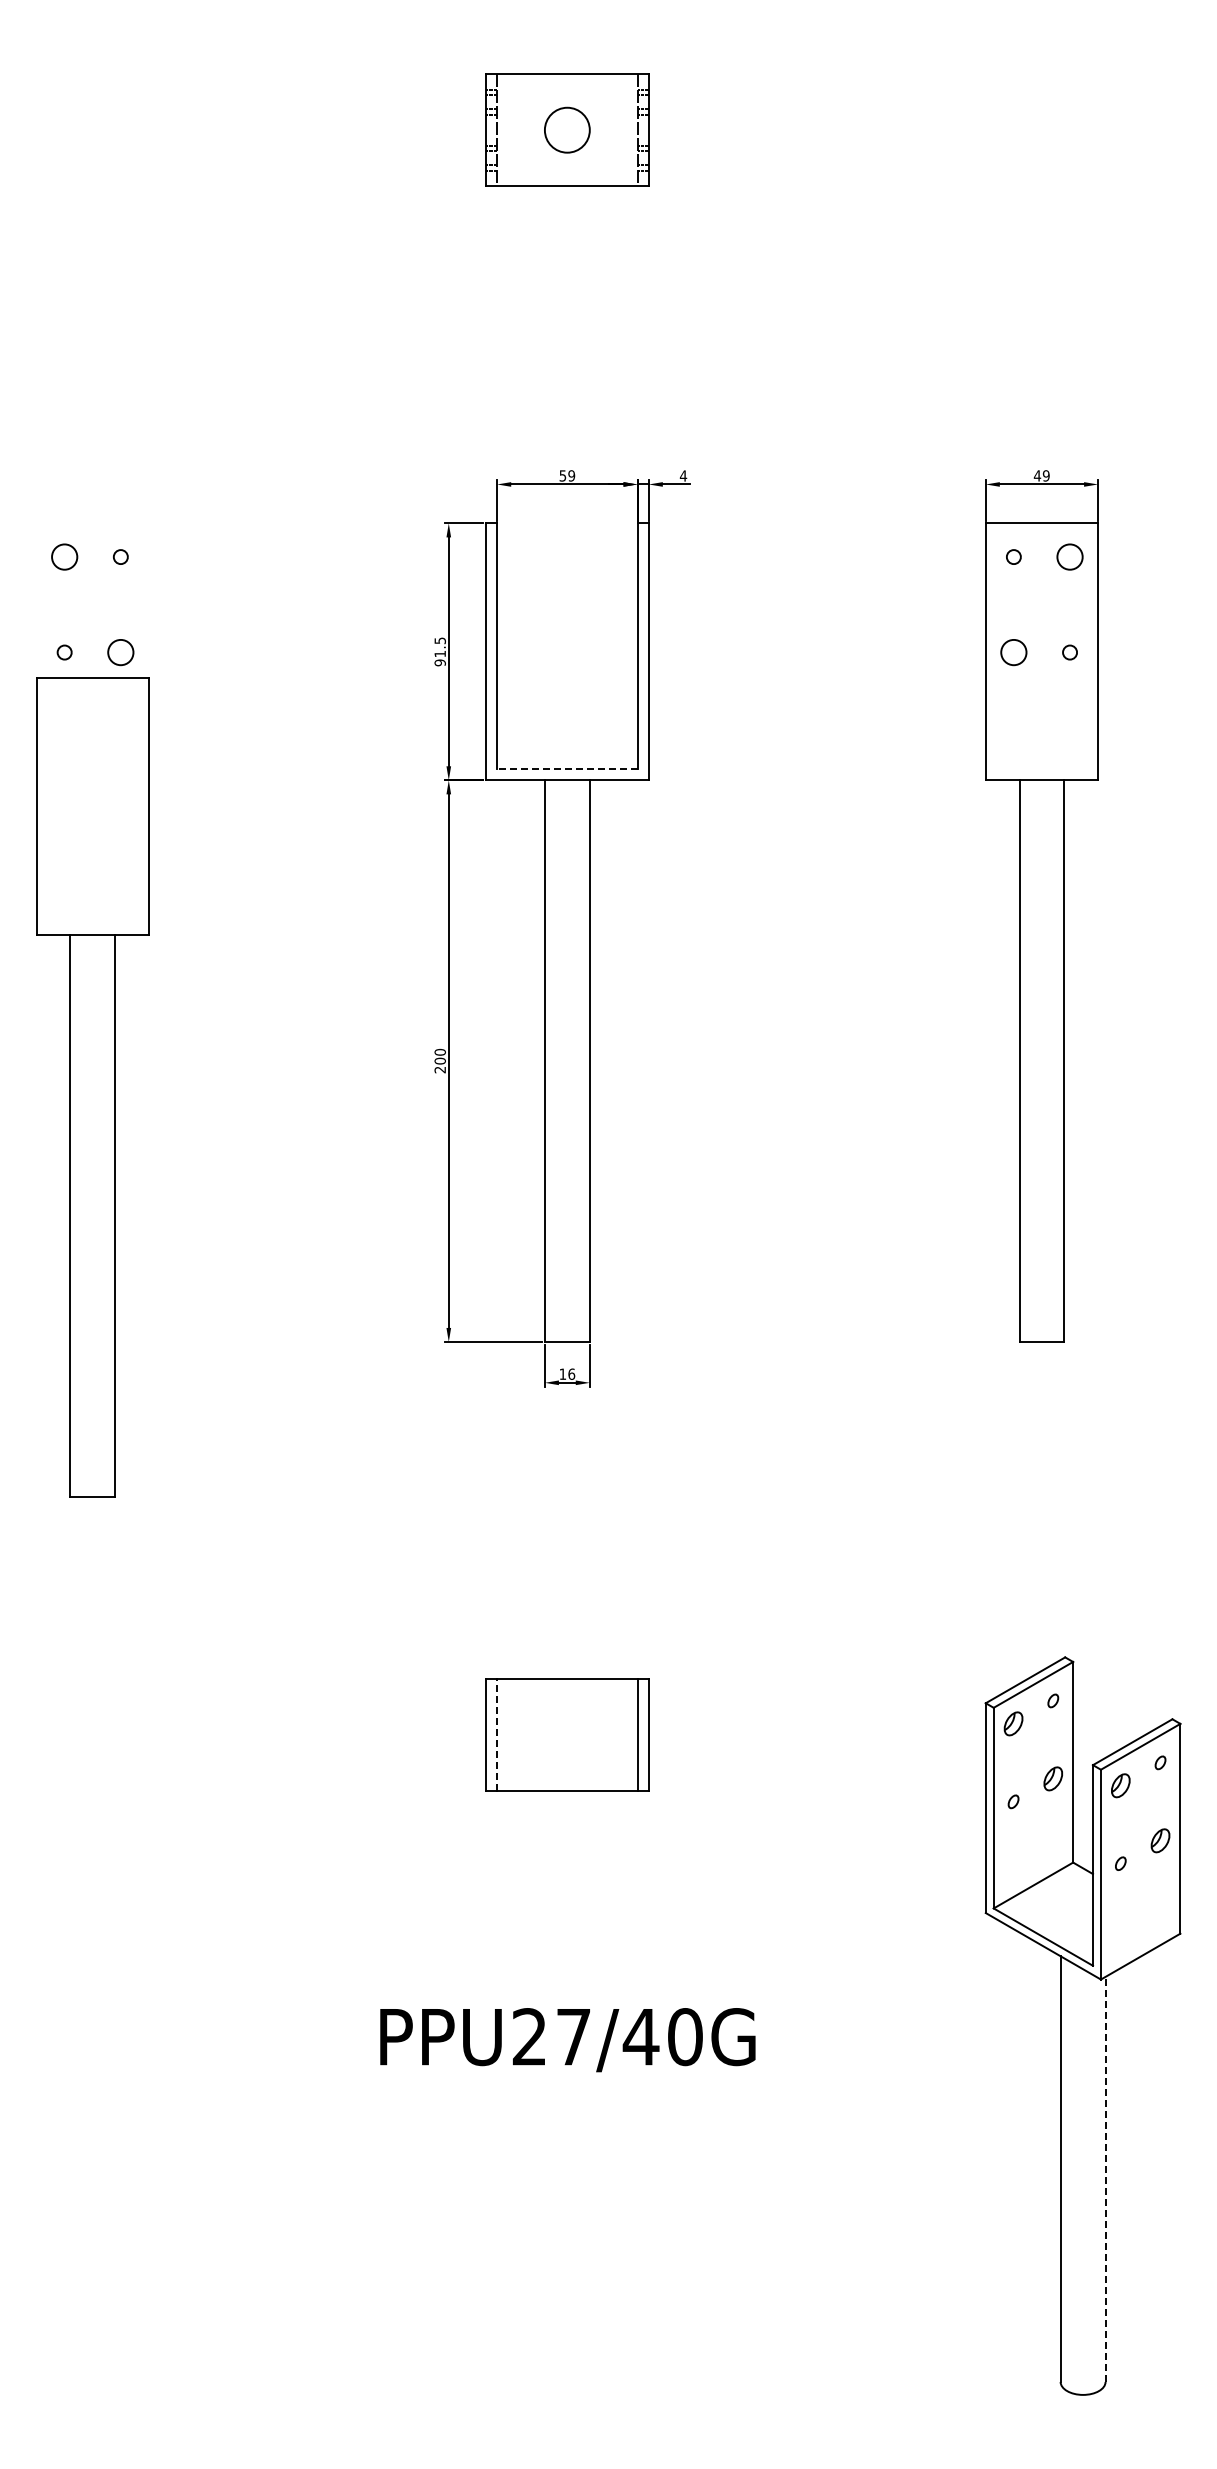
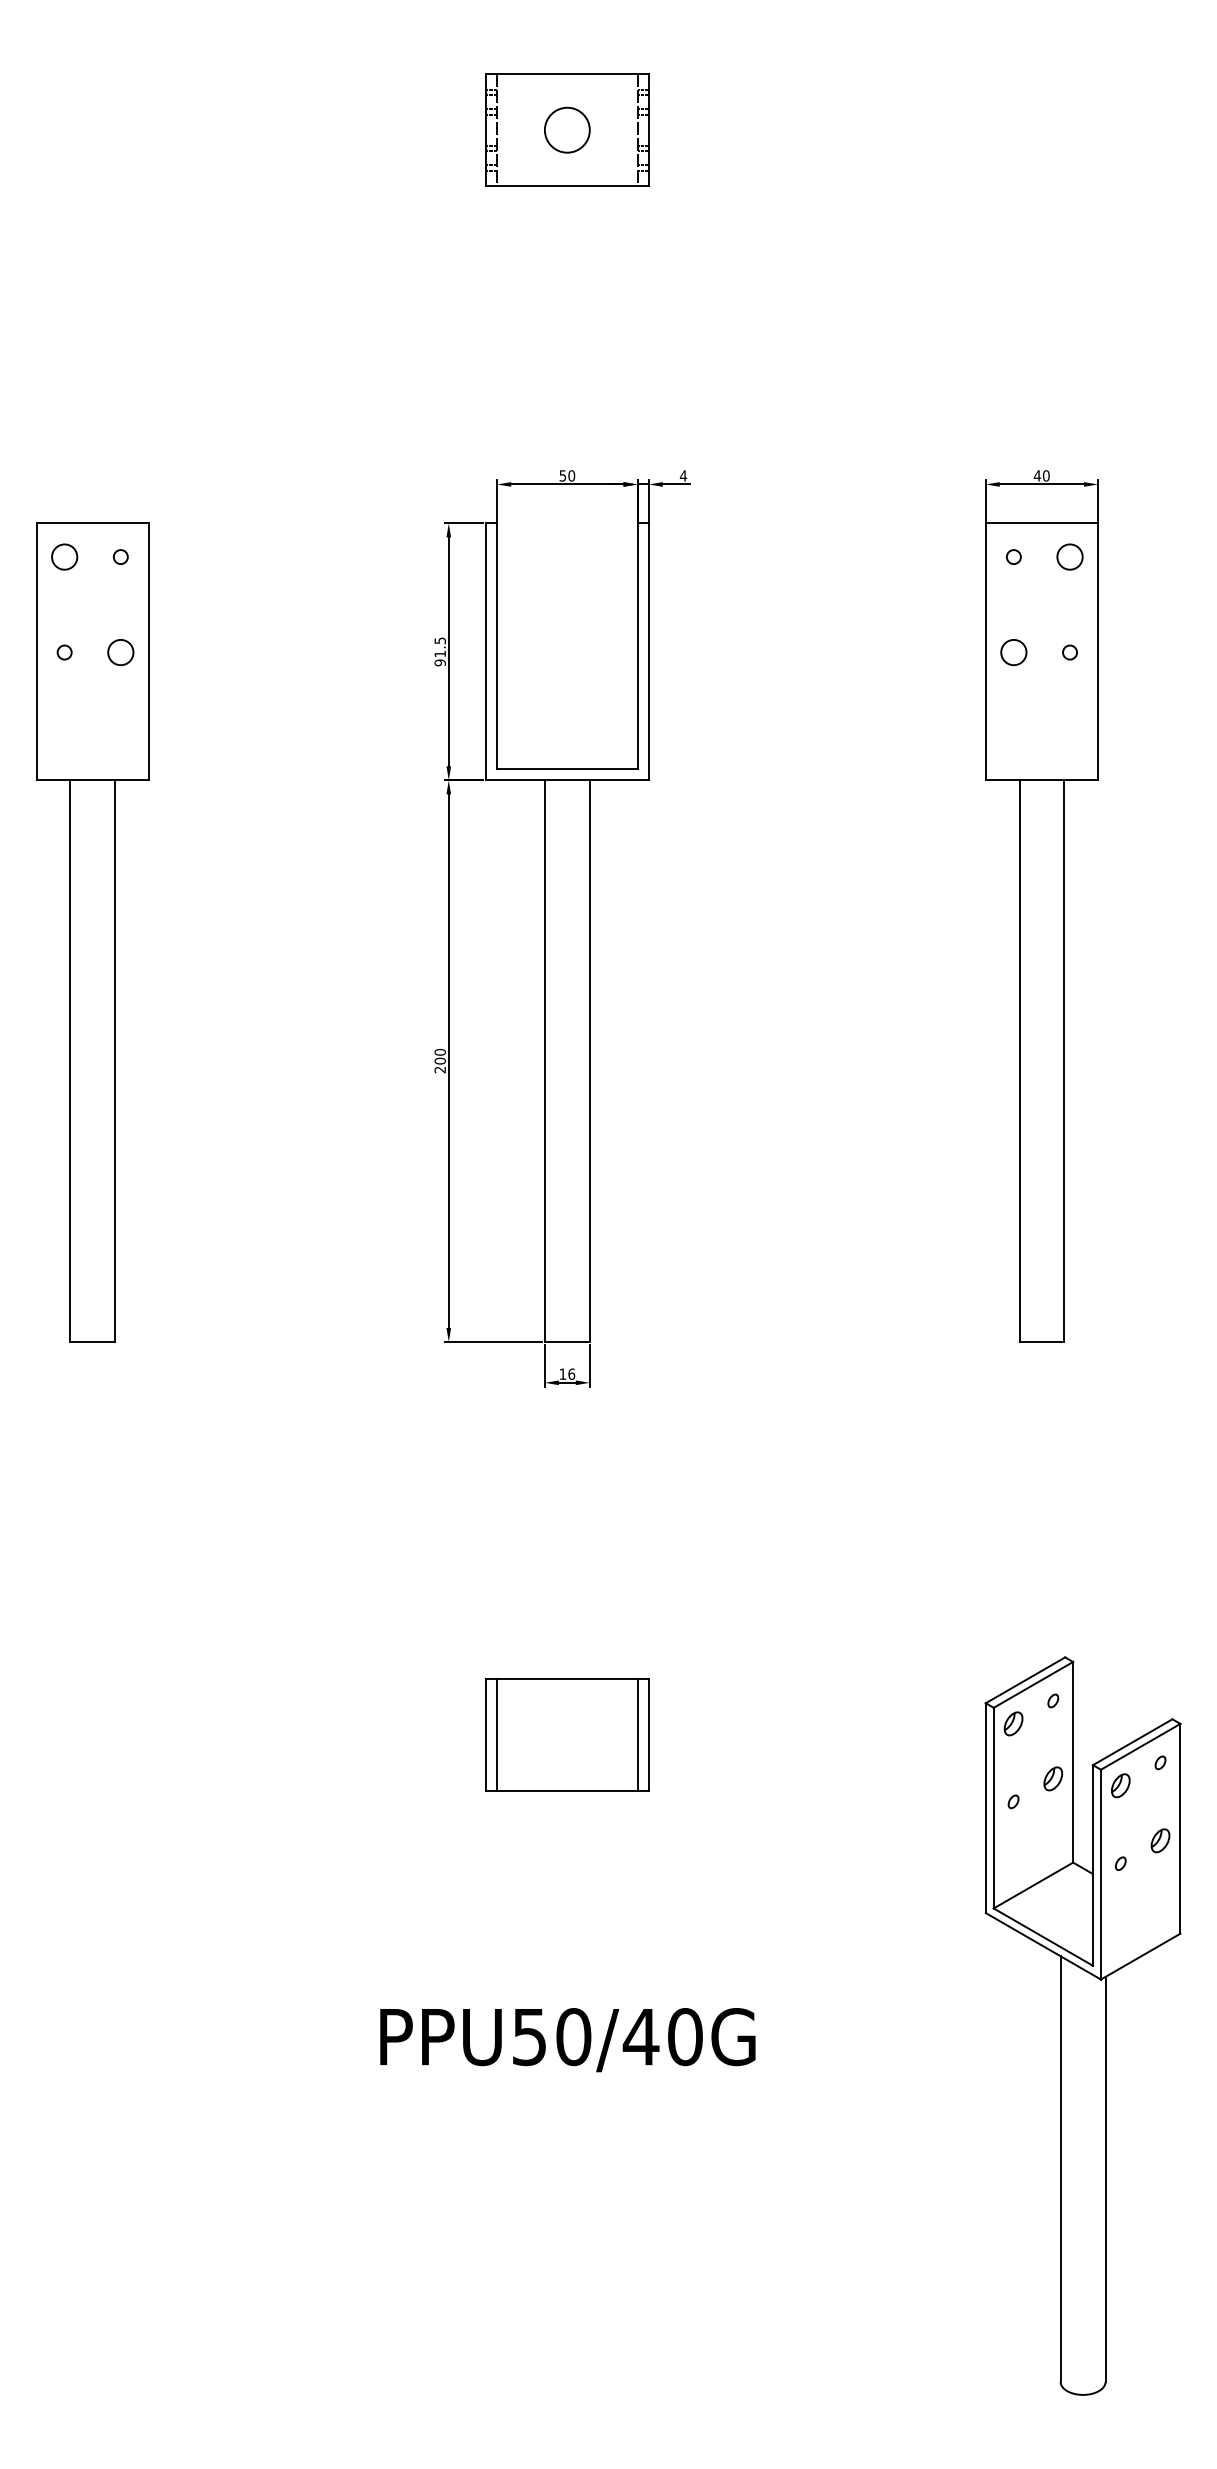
text at (571, 475): 59 -> 50
text at (1045, 475): 49 -> 40
line at (566, 769): dashed -> solid
part at (92, 1087) position: (92, 1087) -> (92, 932)
line at (497, 1734): dashed -> solid
text at (551, 2037): PPU27/40G -> PPU50/40G
line at (1105, 2179): dashed -> solid
